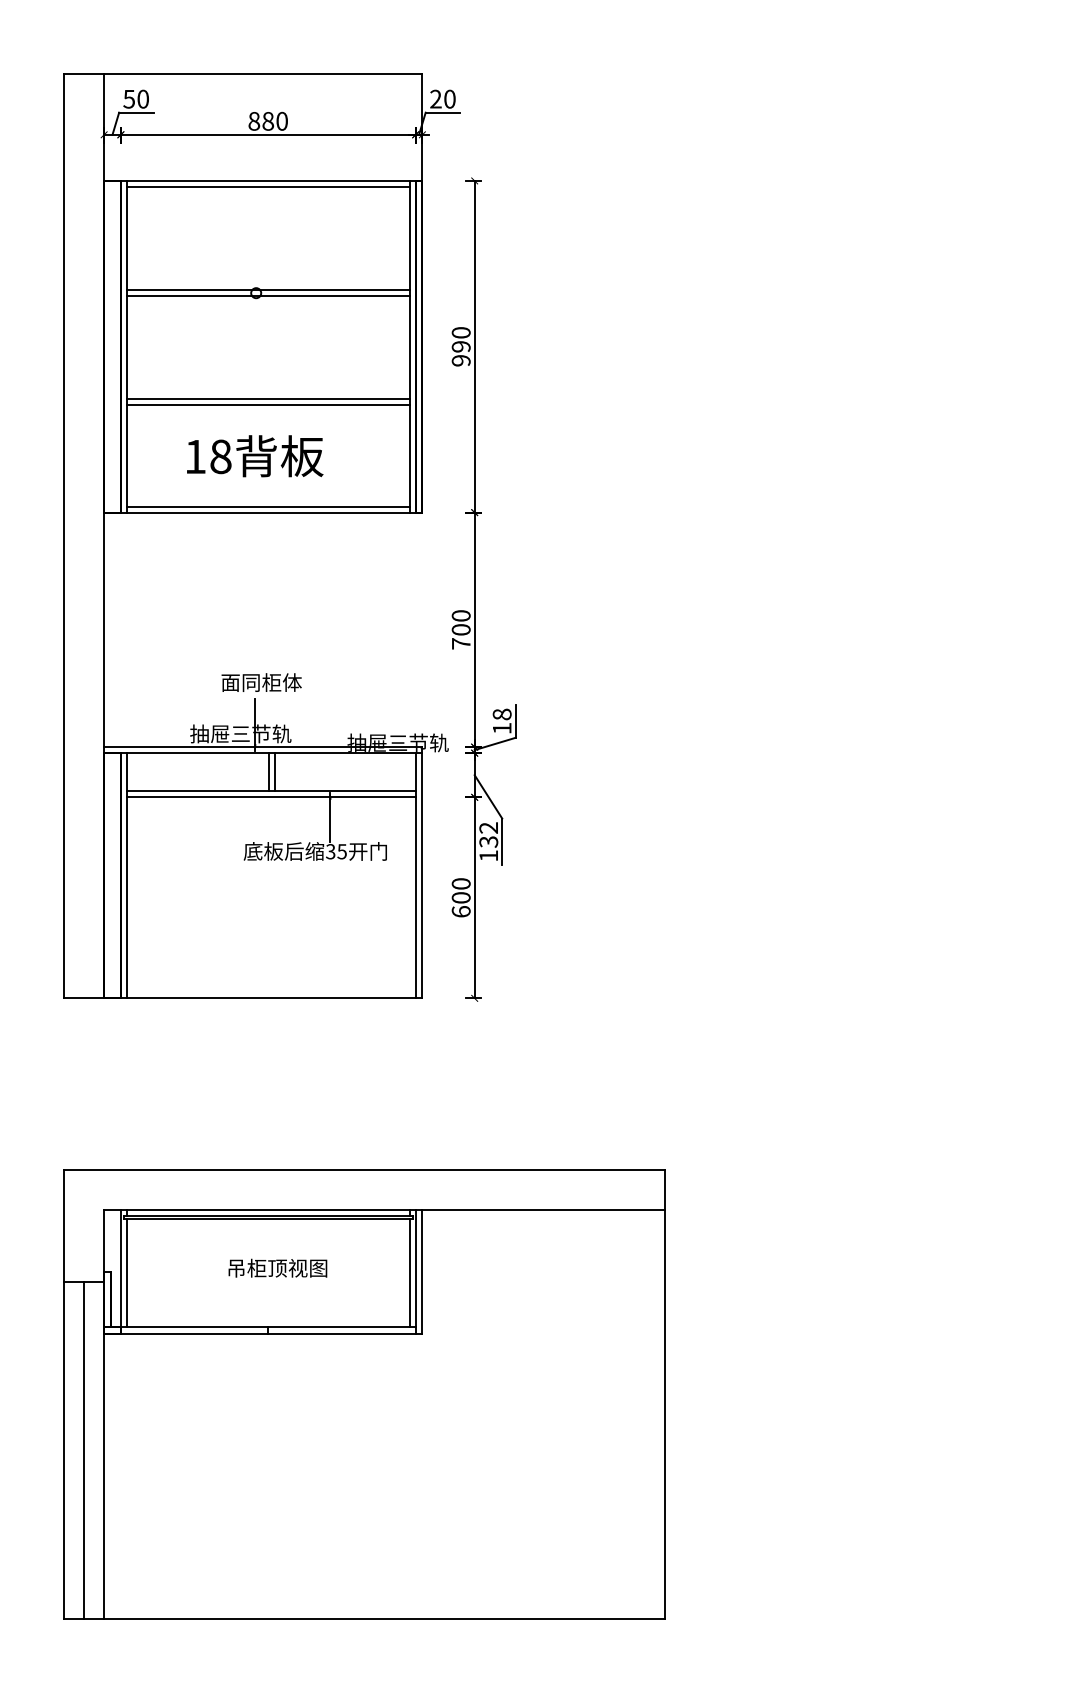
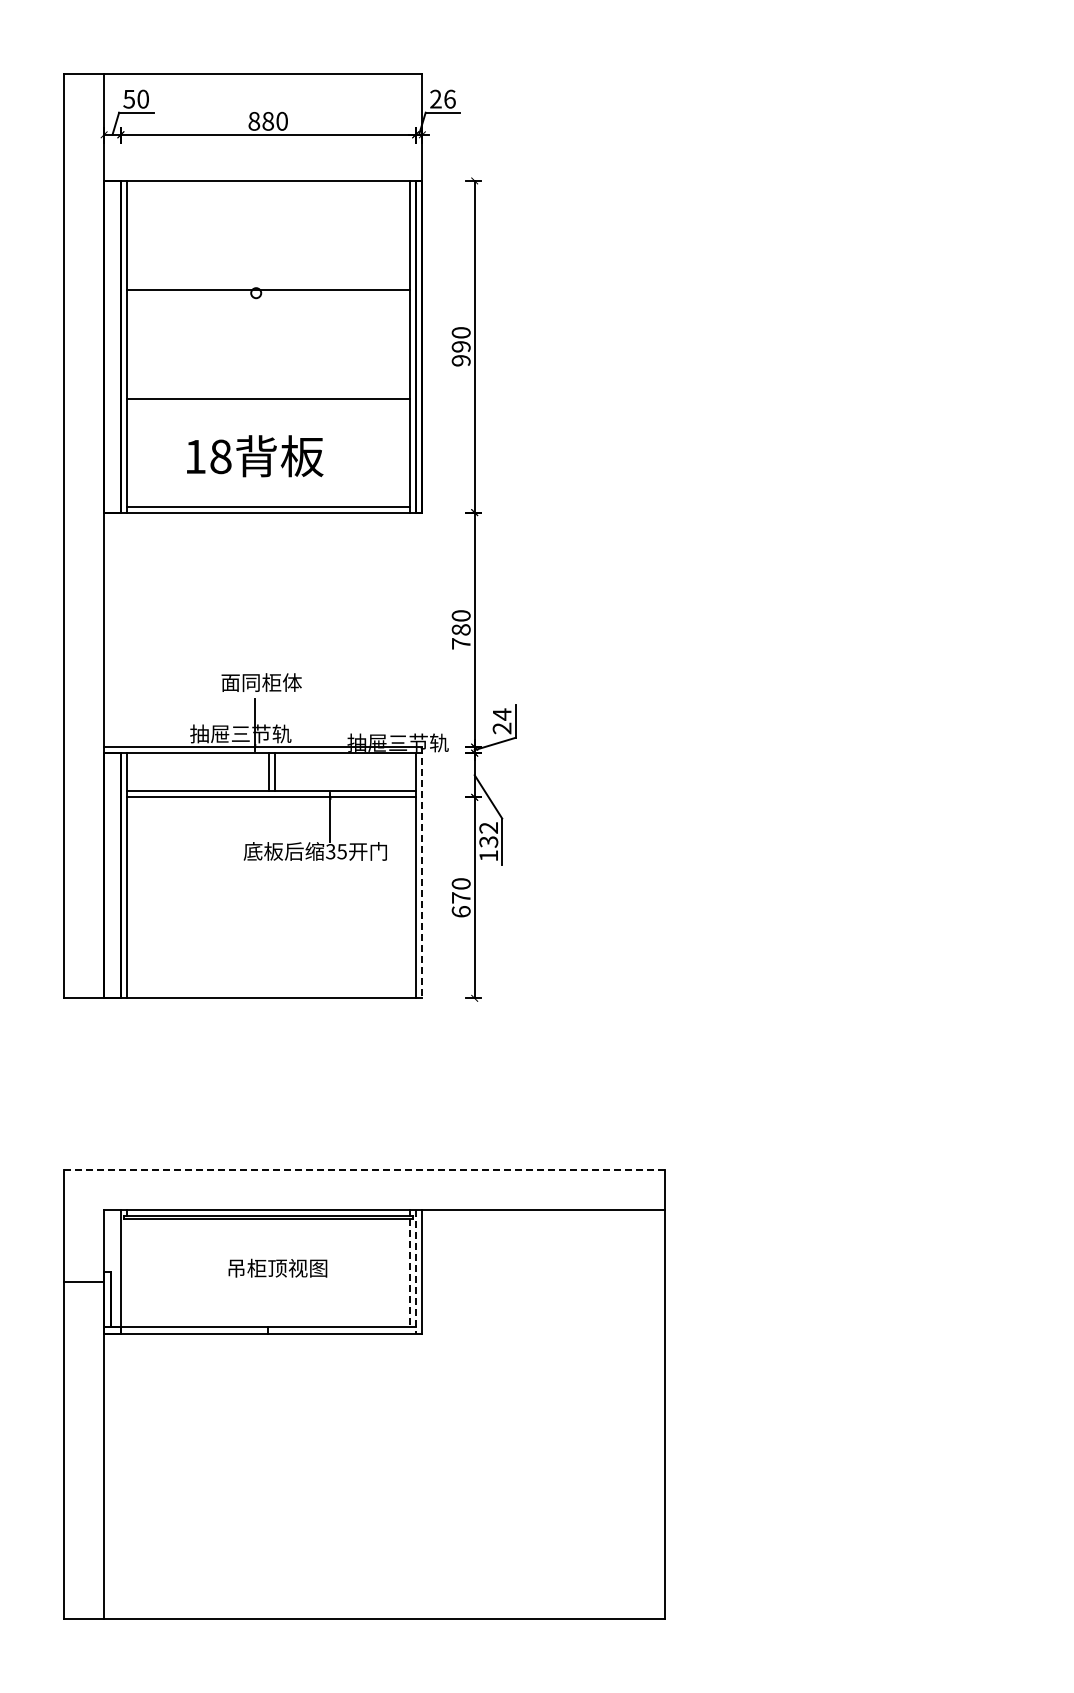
text at (449, 98): 20 -> 26
line at (267, 186): present -> none
line at (267, 296): present -> none
line at (267, 405): present -> none
text at (461, 629): 700 -> 780
text at (501, 721): 18 -> 24
line at (422, 872): solid -> dashed
text at (460, 897): 600 -> 670
line at (364, 1169): solid -> dashed
line at (415, 1271): solid -> dashed
line at (126, 1272): present -> none
line at (409, 1273): solid -> dashed
line at (84, 1450): present -> none
